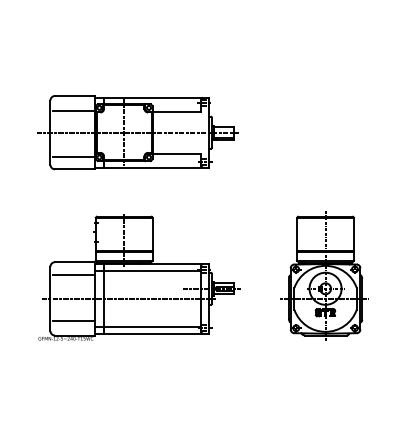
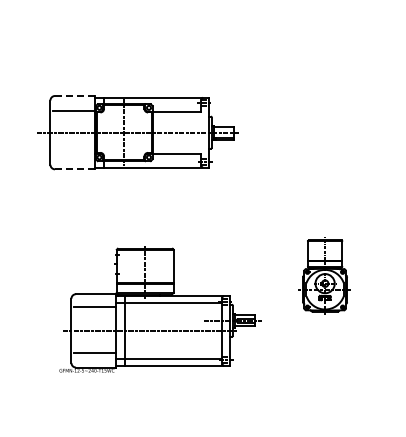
line at (75, 95): solid -> dashed
line at (73, 156): present -> none
line at (75, 169): solid -> dashed
part at (324, 275) size: 89x130 px -> 53x78 px
part at (139, 277) position: (139, 277) -> (160, 309)
